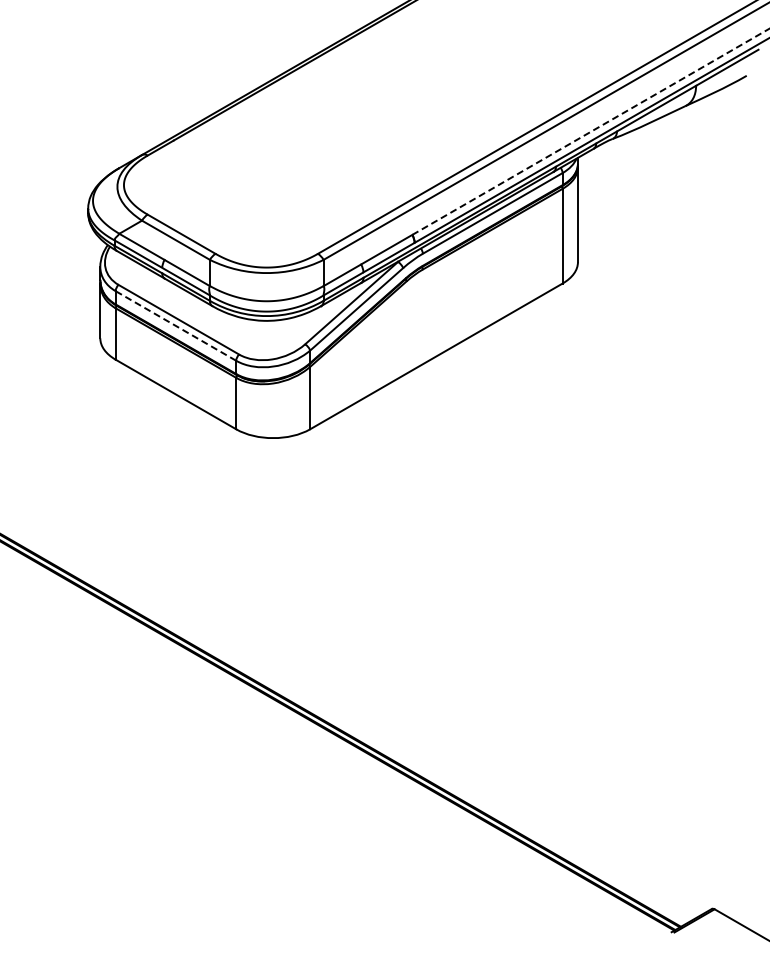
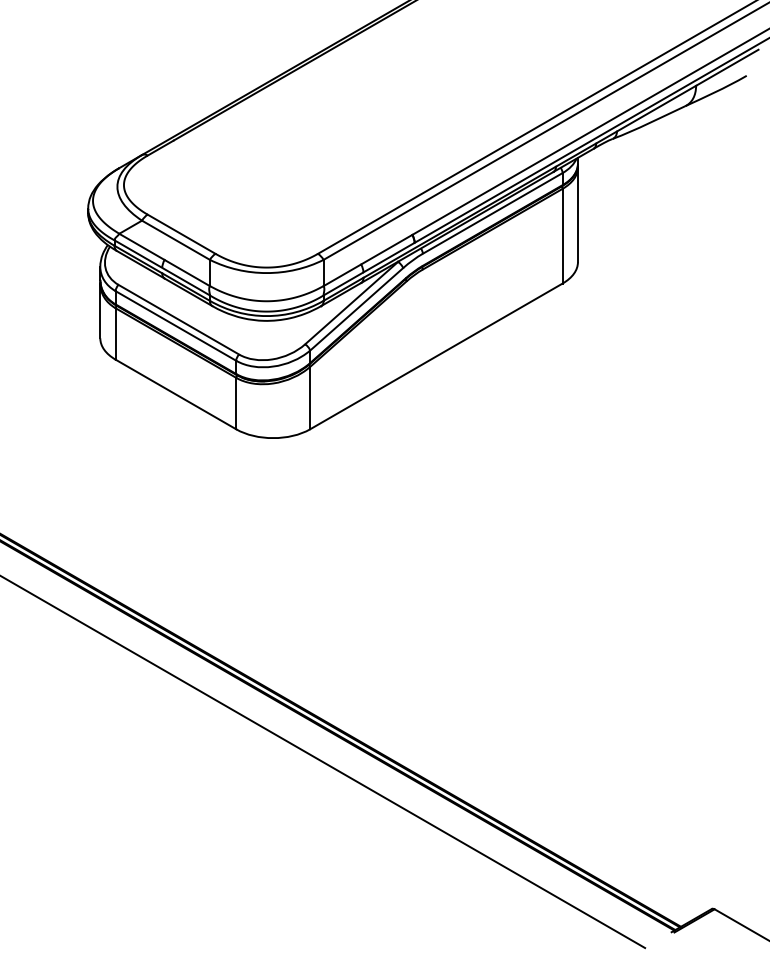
line at (591, 131): dashed -> solid
line at (175, 325): dashed -> solid
line at (323, 762): none -> present
